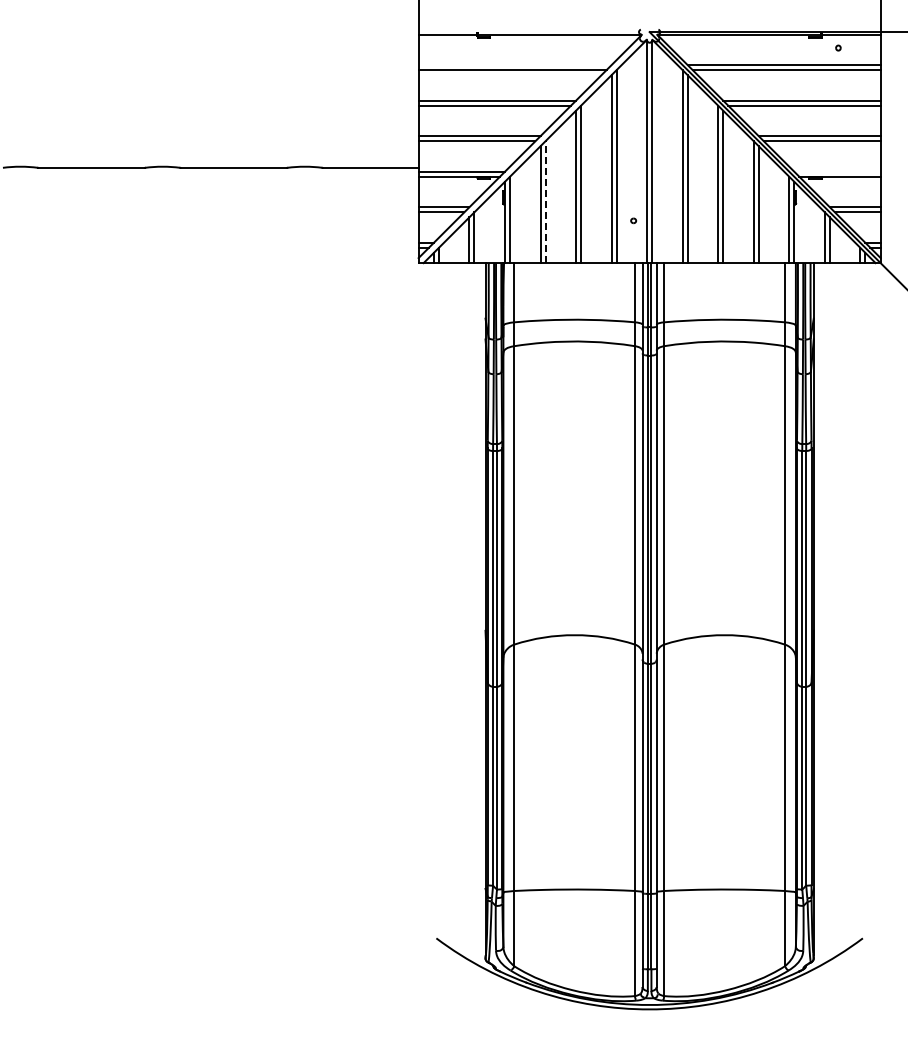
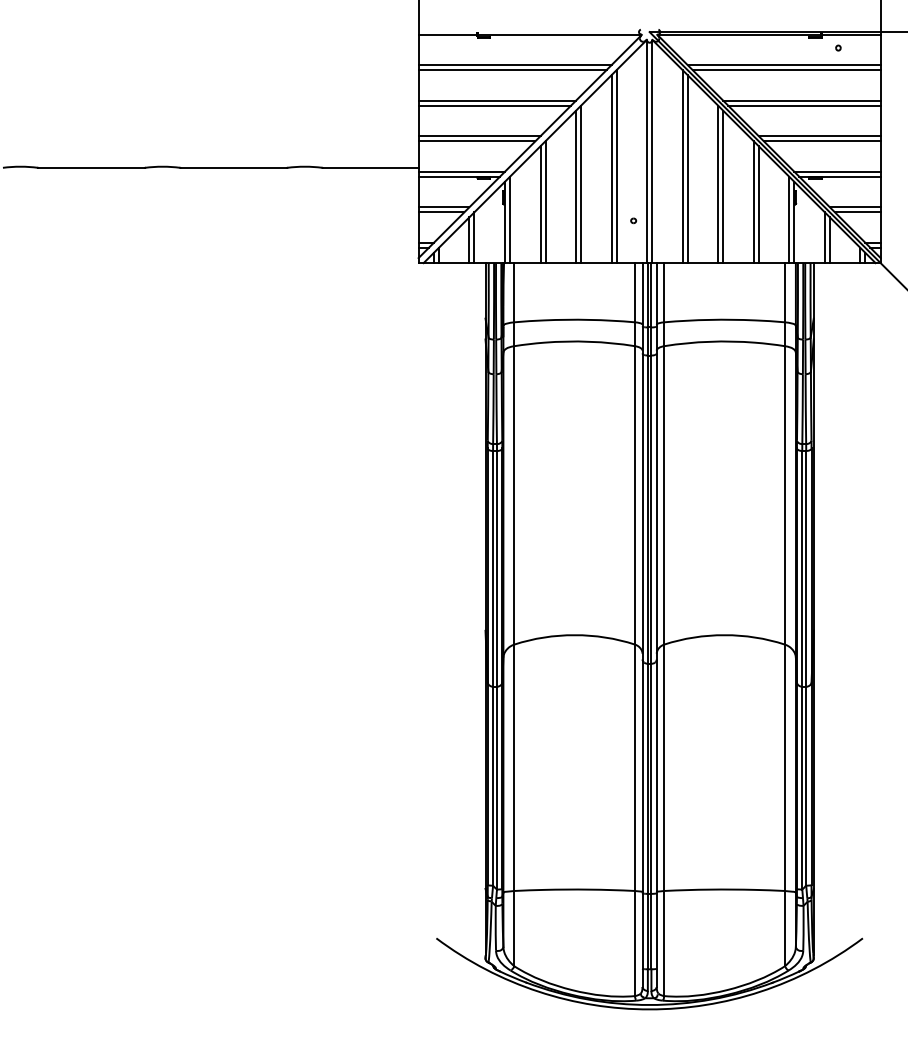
line at (514, 65): none -> present
line at (837, 171): none -> present
line at (545, 202): dashed -> solid
